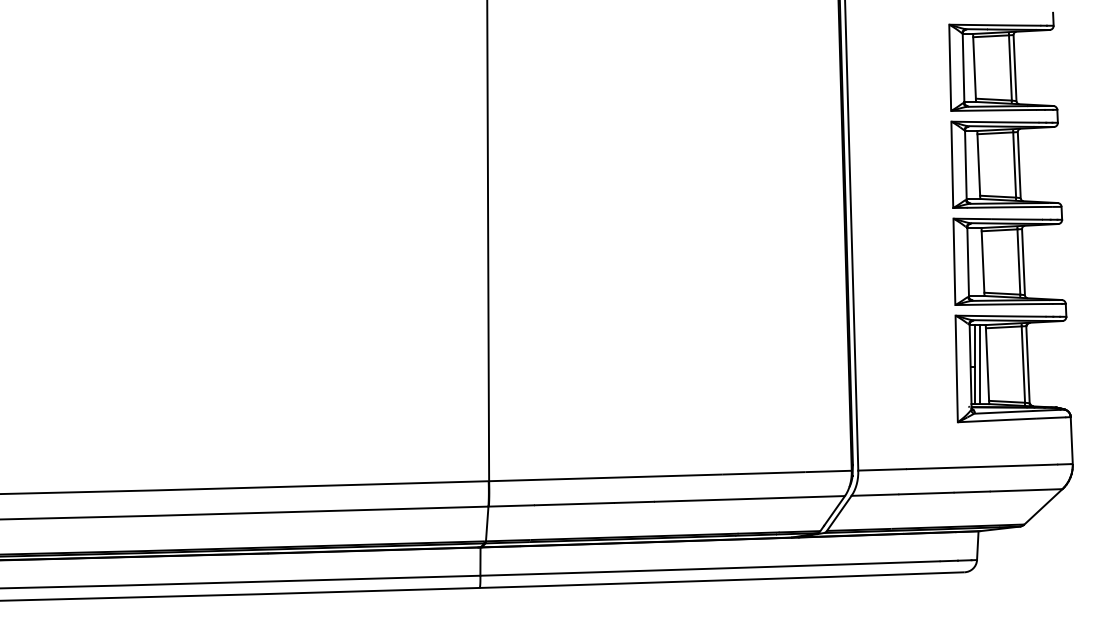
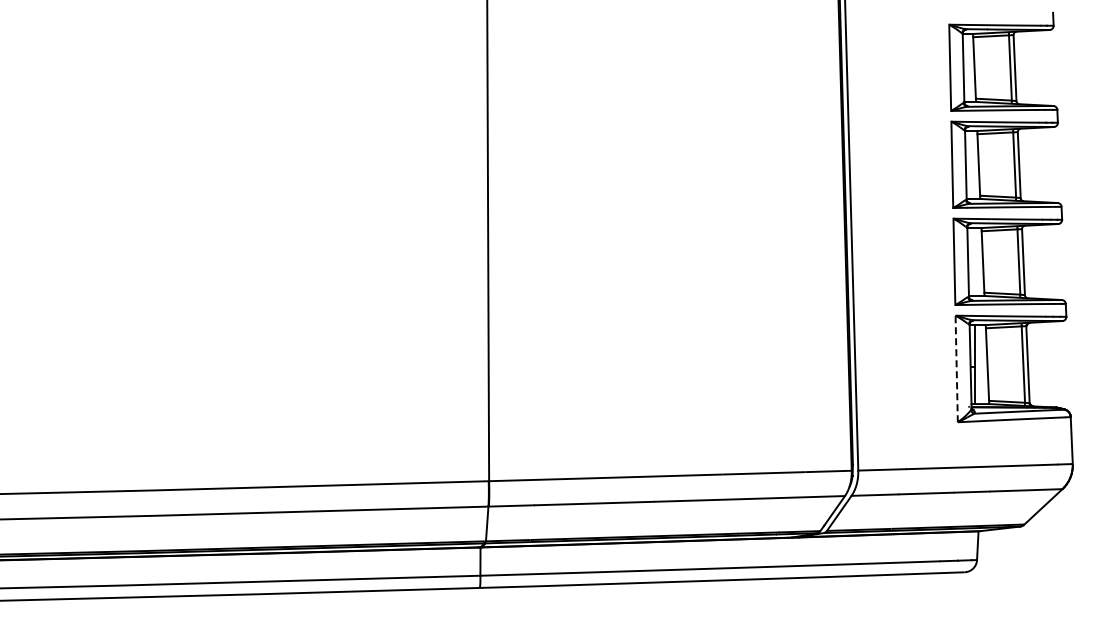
line at (980, 364): present -> none
line at (956, 368): solid -> dashed
